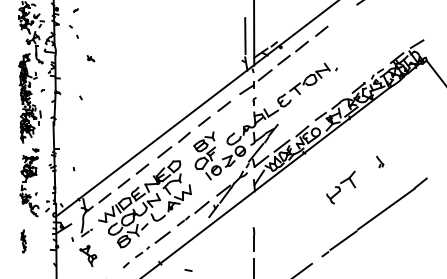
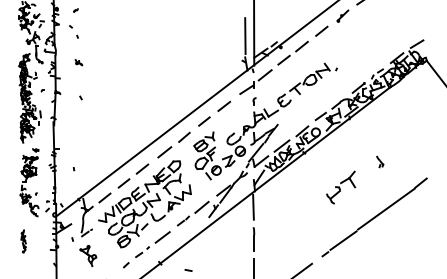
part at (342, 15): none -> present
part at (90, 58) position: (90, 58) -> (78, 62)
line at (253, 206): none -> present
